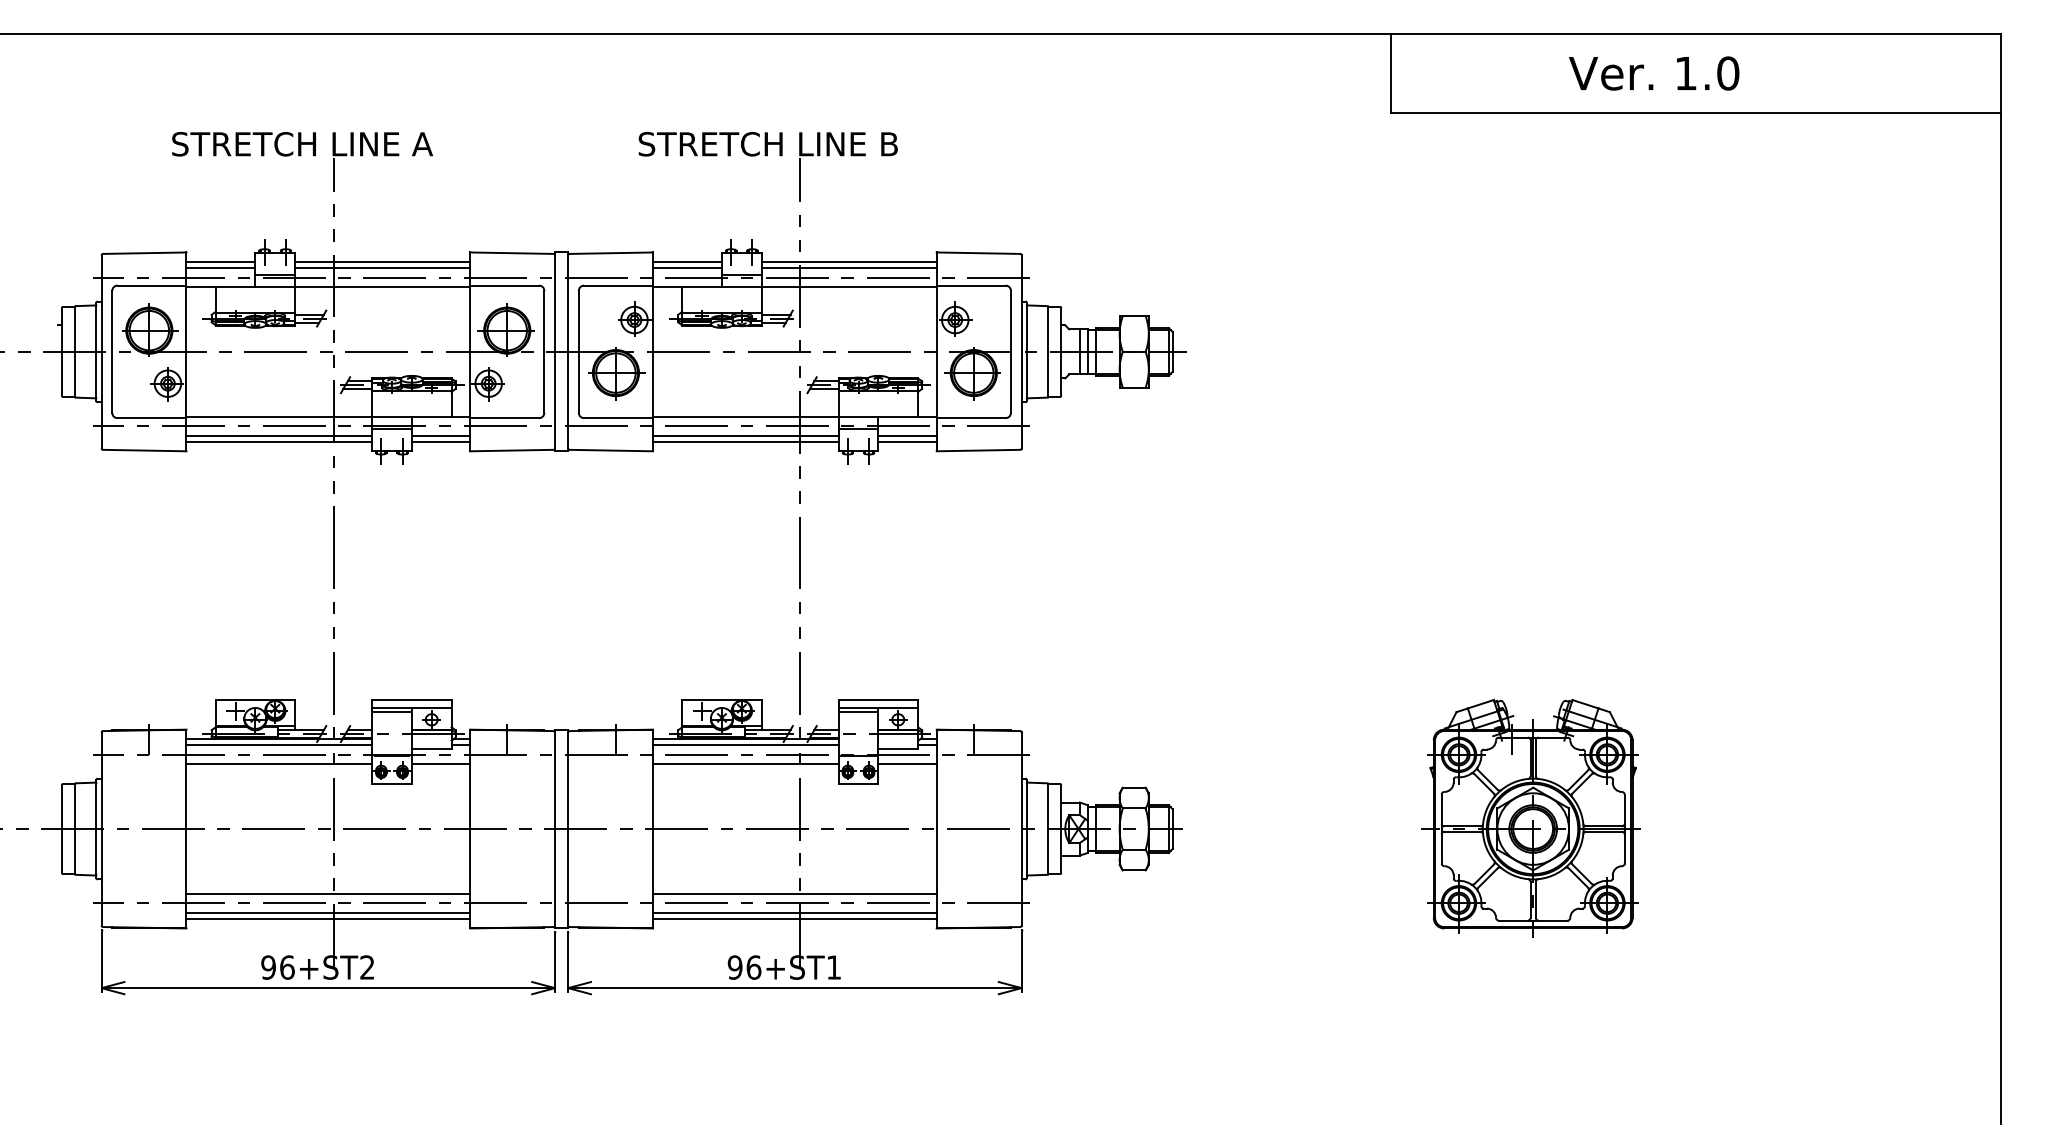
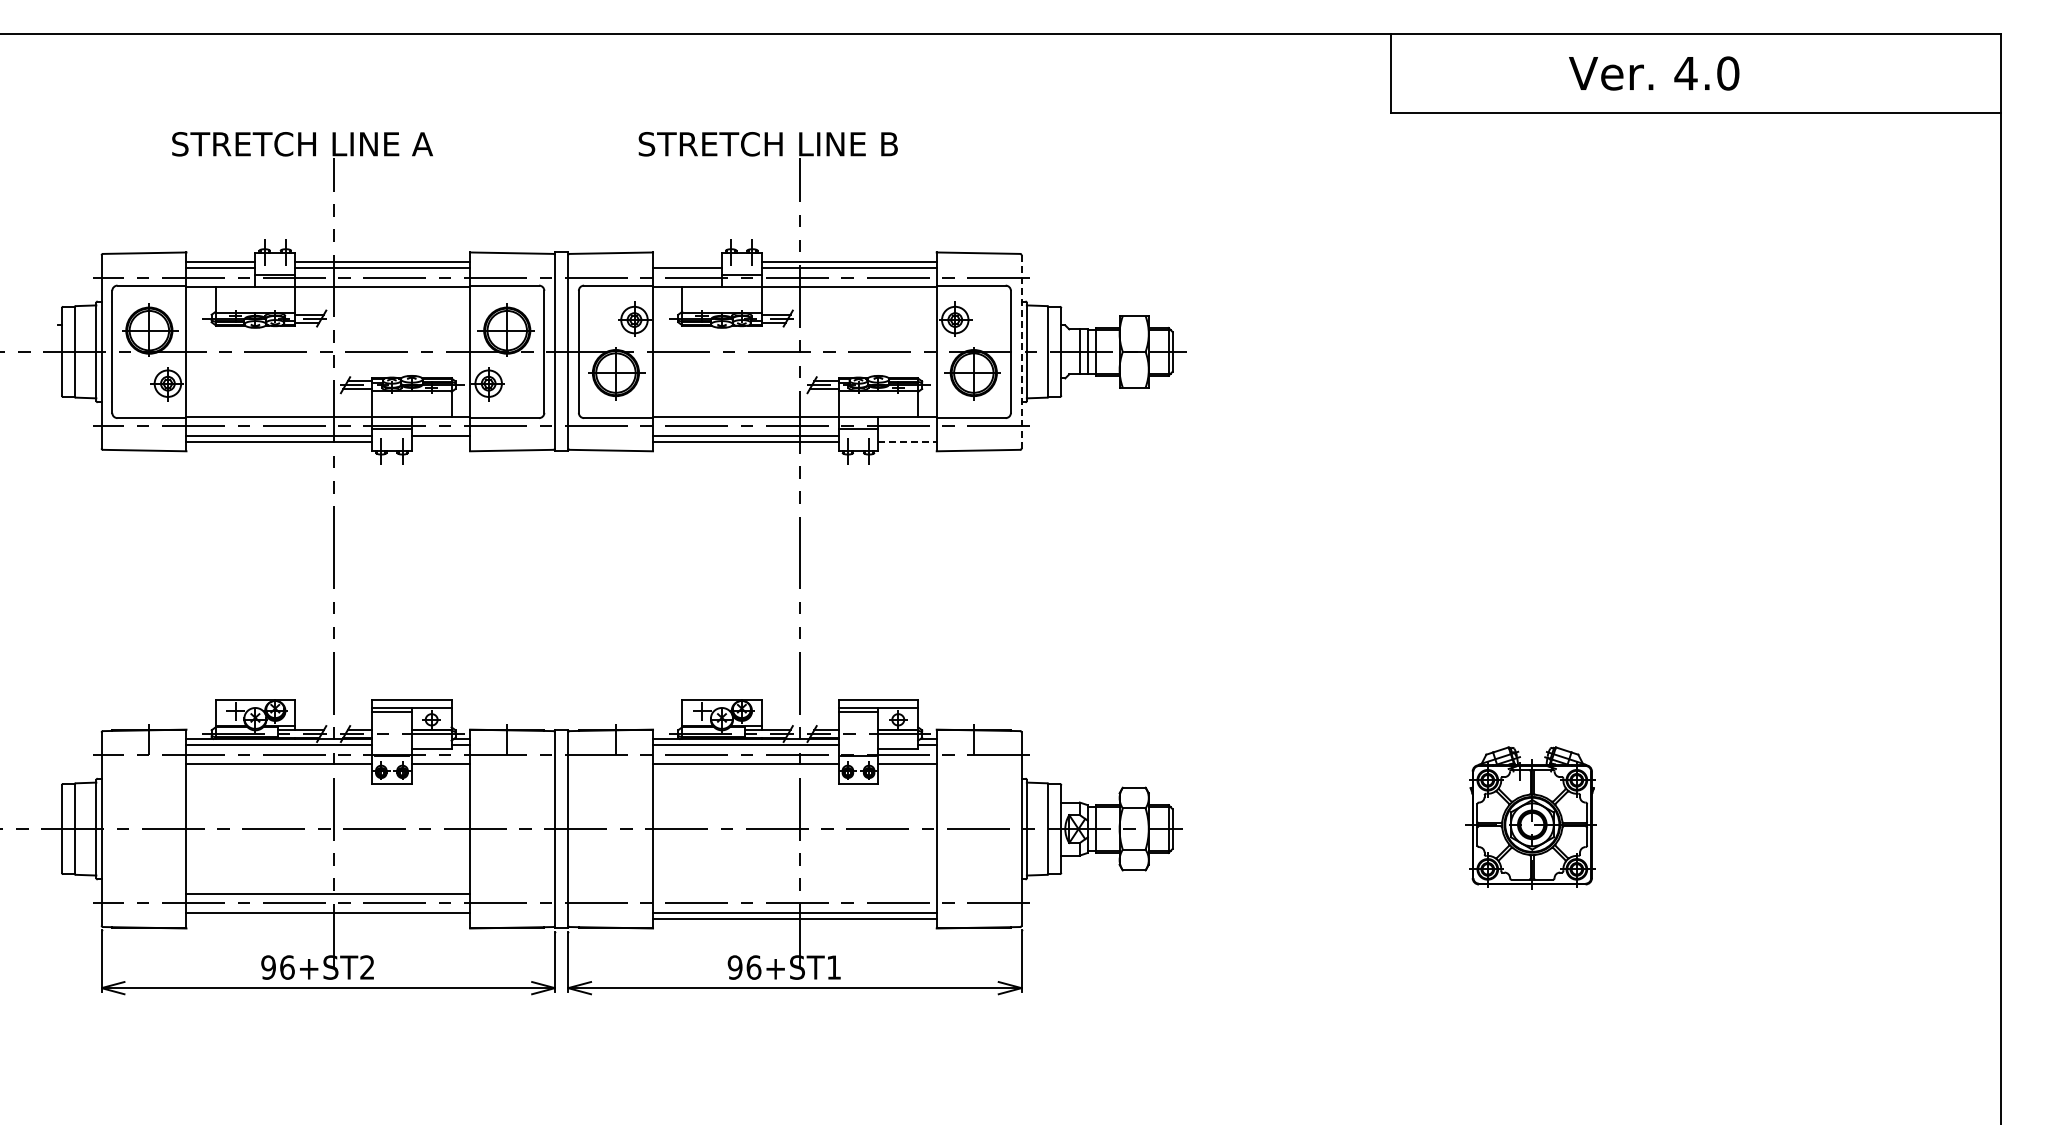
text at (1685, 73): 1.0 -> 4.0
line at (687, 261): present -> none
line at (1021, 351): solid -> dashed
line at (907, 435): present -> none
line at (440, 442): present -> none
line at (908, 442): solid -> dashed
part at (1530, 818) size: 220x239 px -> 132x144 px
line at (794, 893): present -> none
line at (328, 919): present -> none
